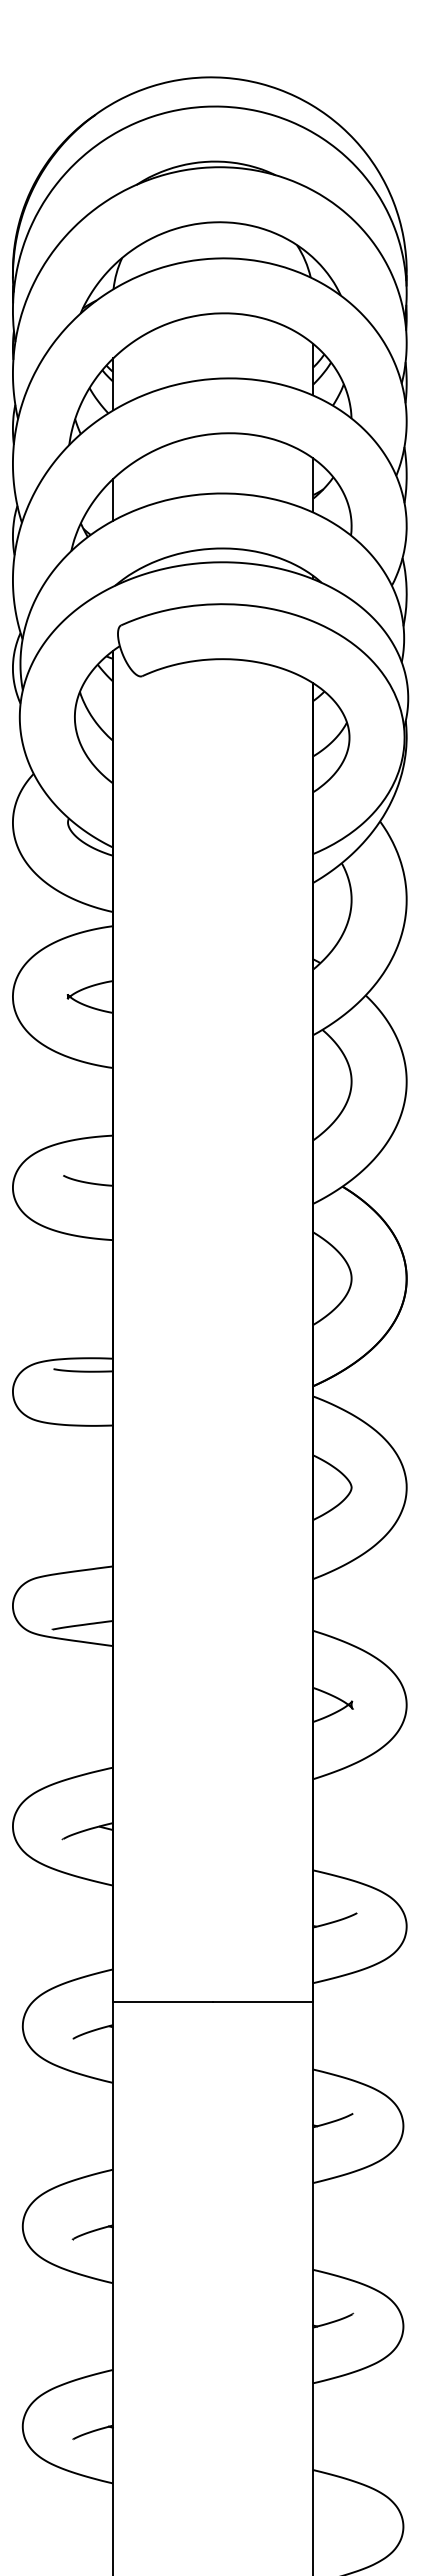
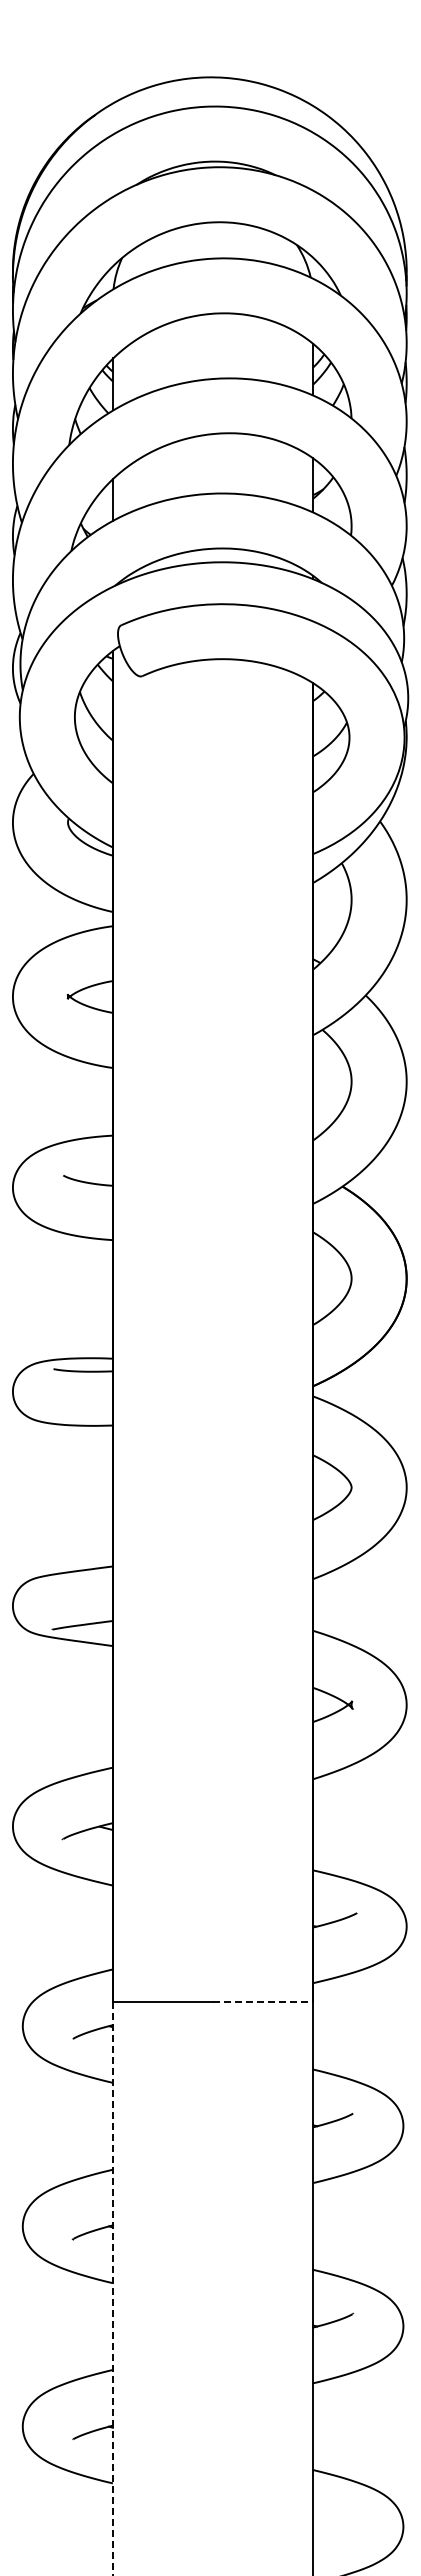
line at (263, 2002): solid -> dashed
line at (112, 2289): solid -> dashed
